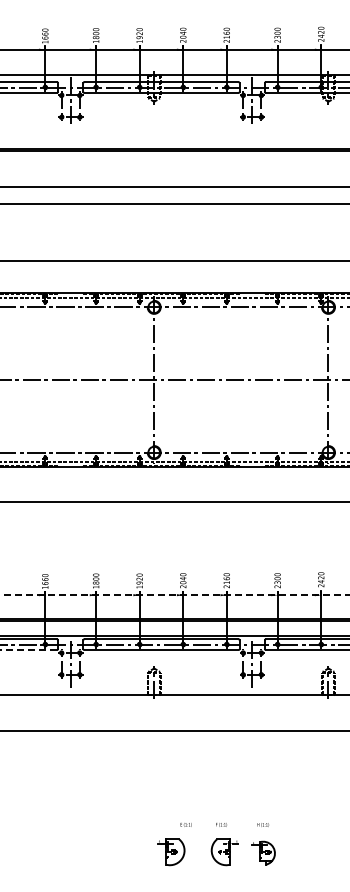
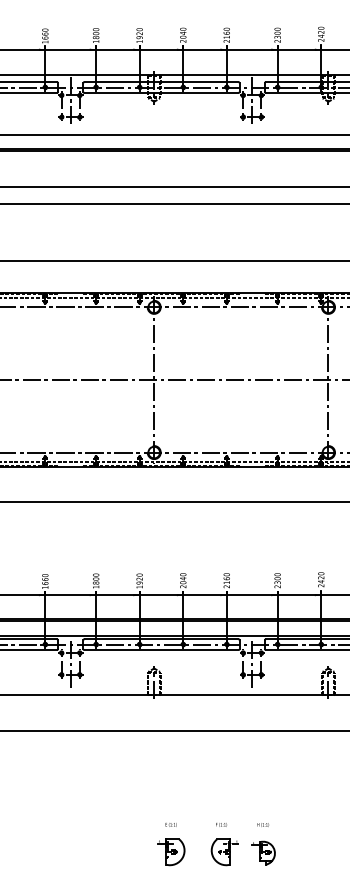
line at (174, 134): none -> present
line at (175, 595): dashed -> solid
line at (28, 650): dashed -> solid
text at (185, 824) position: (185, 824) -> (170, 824)
